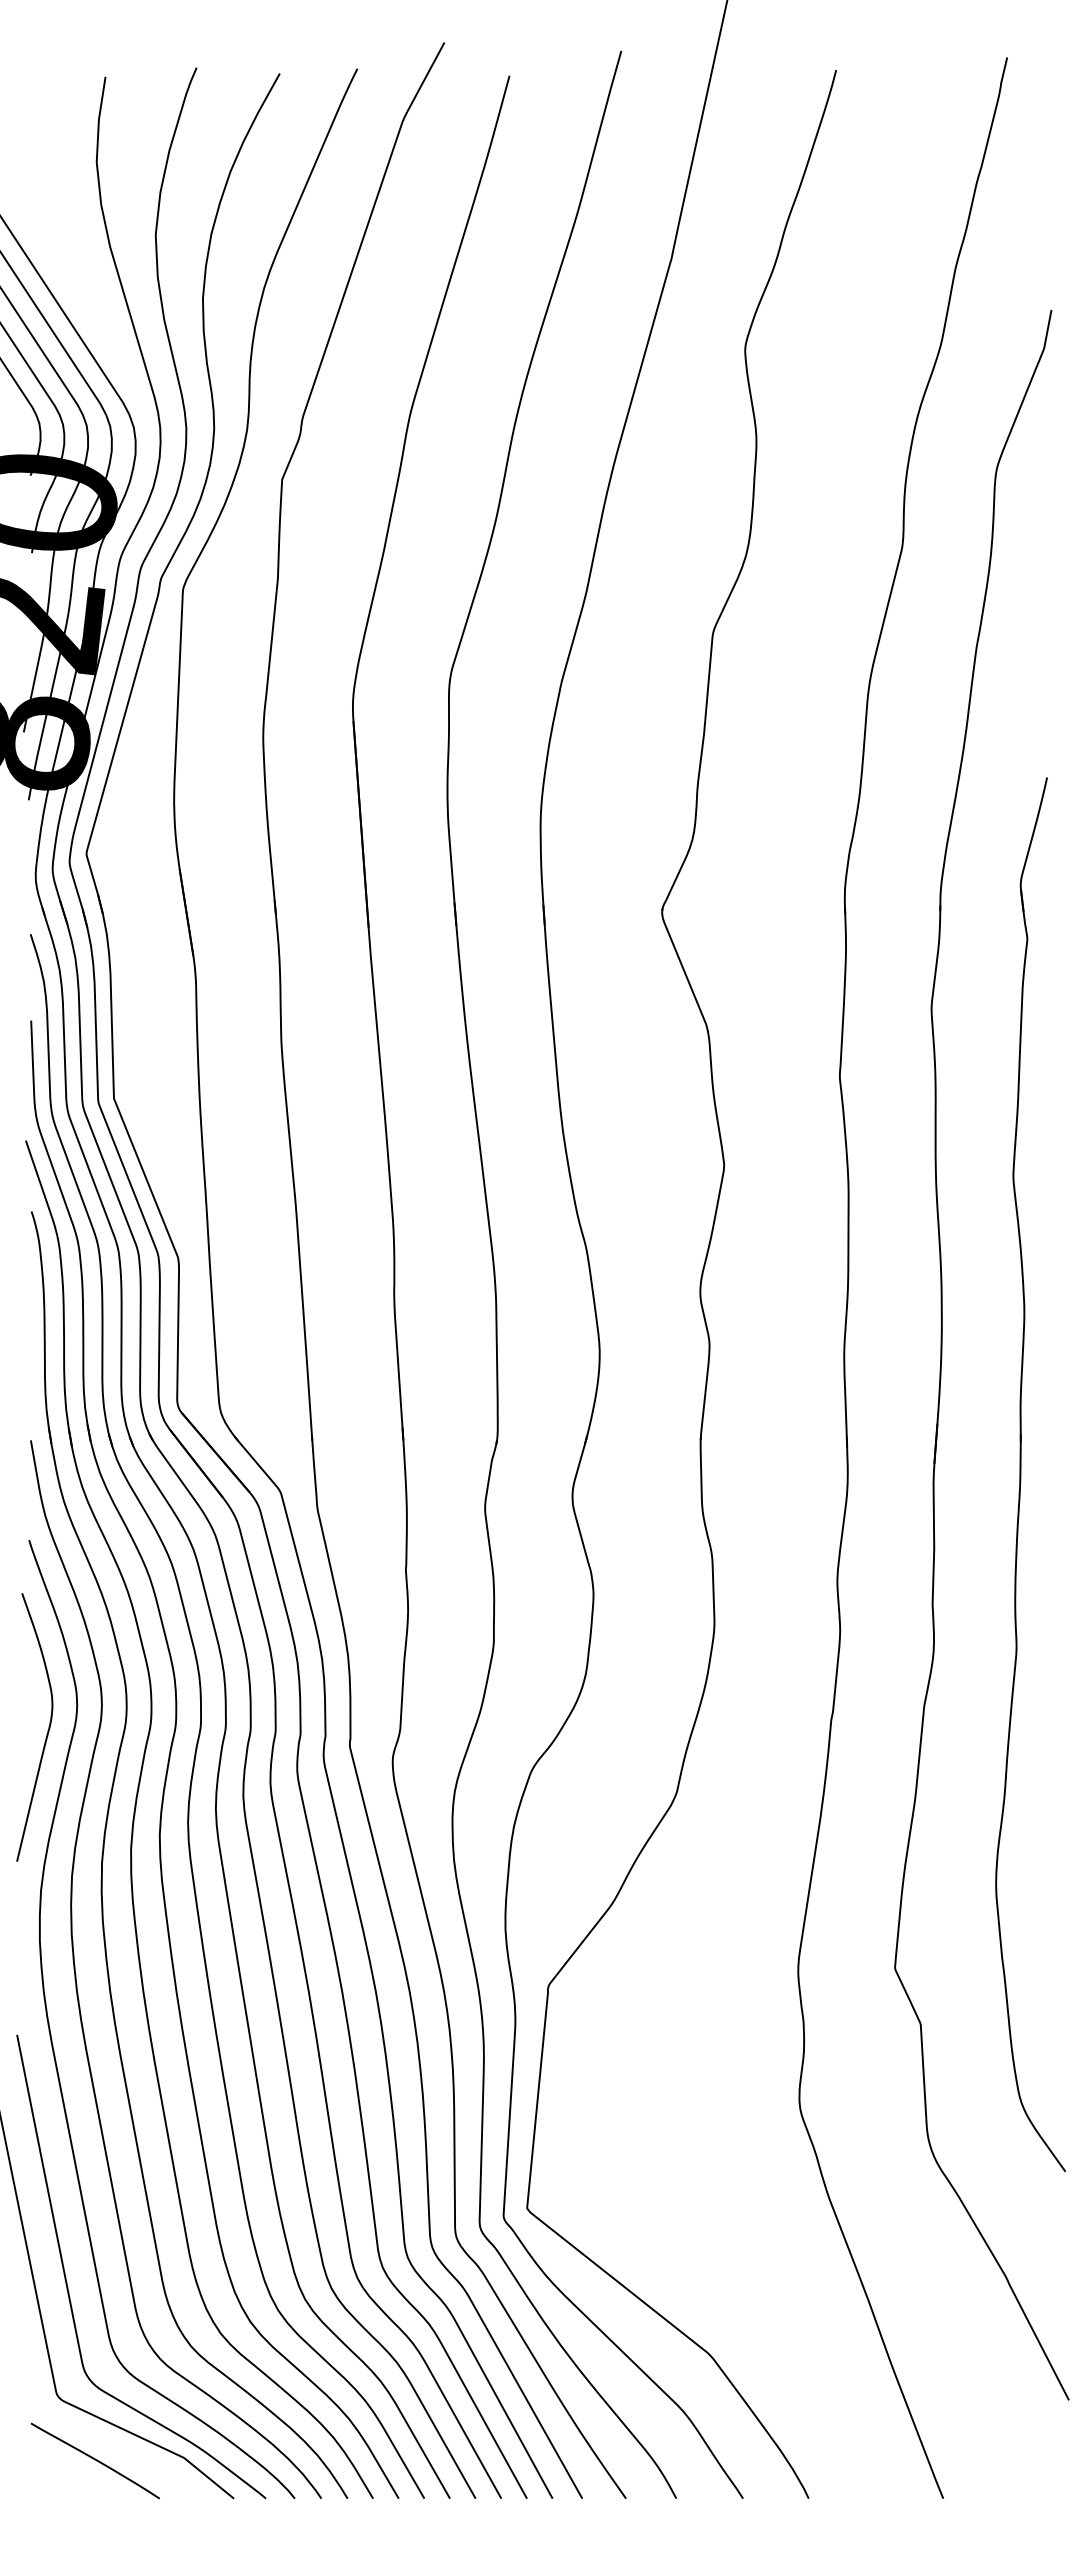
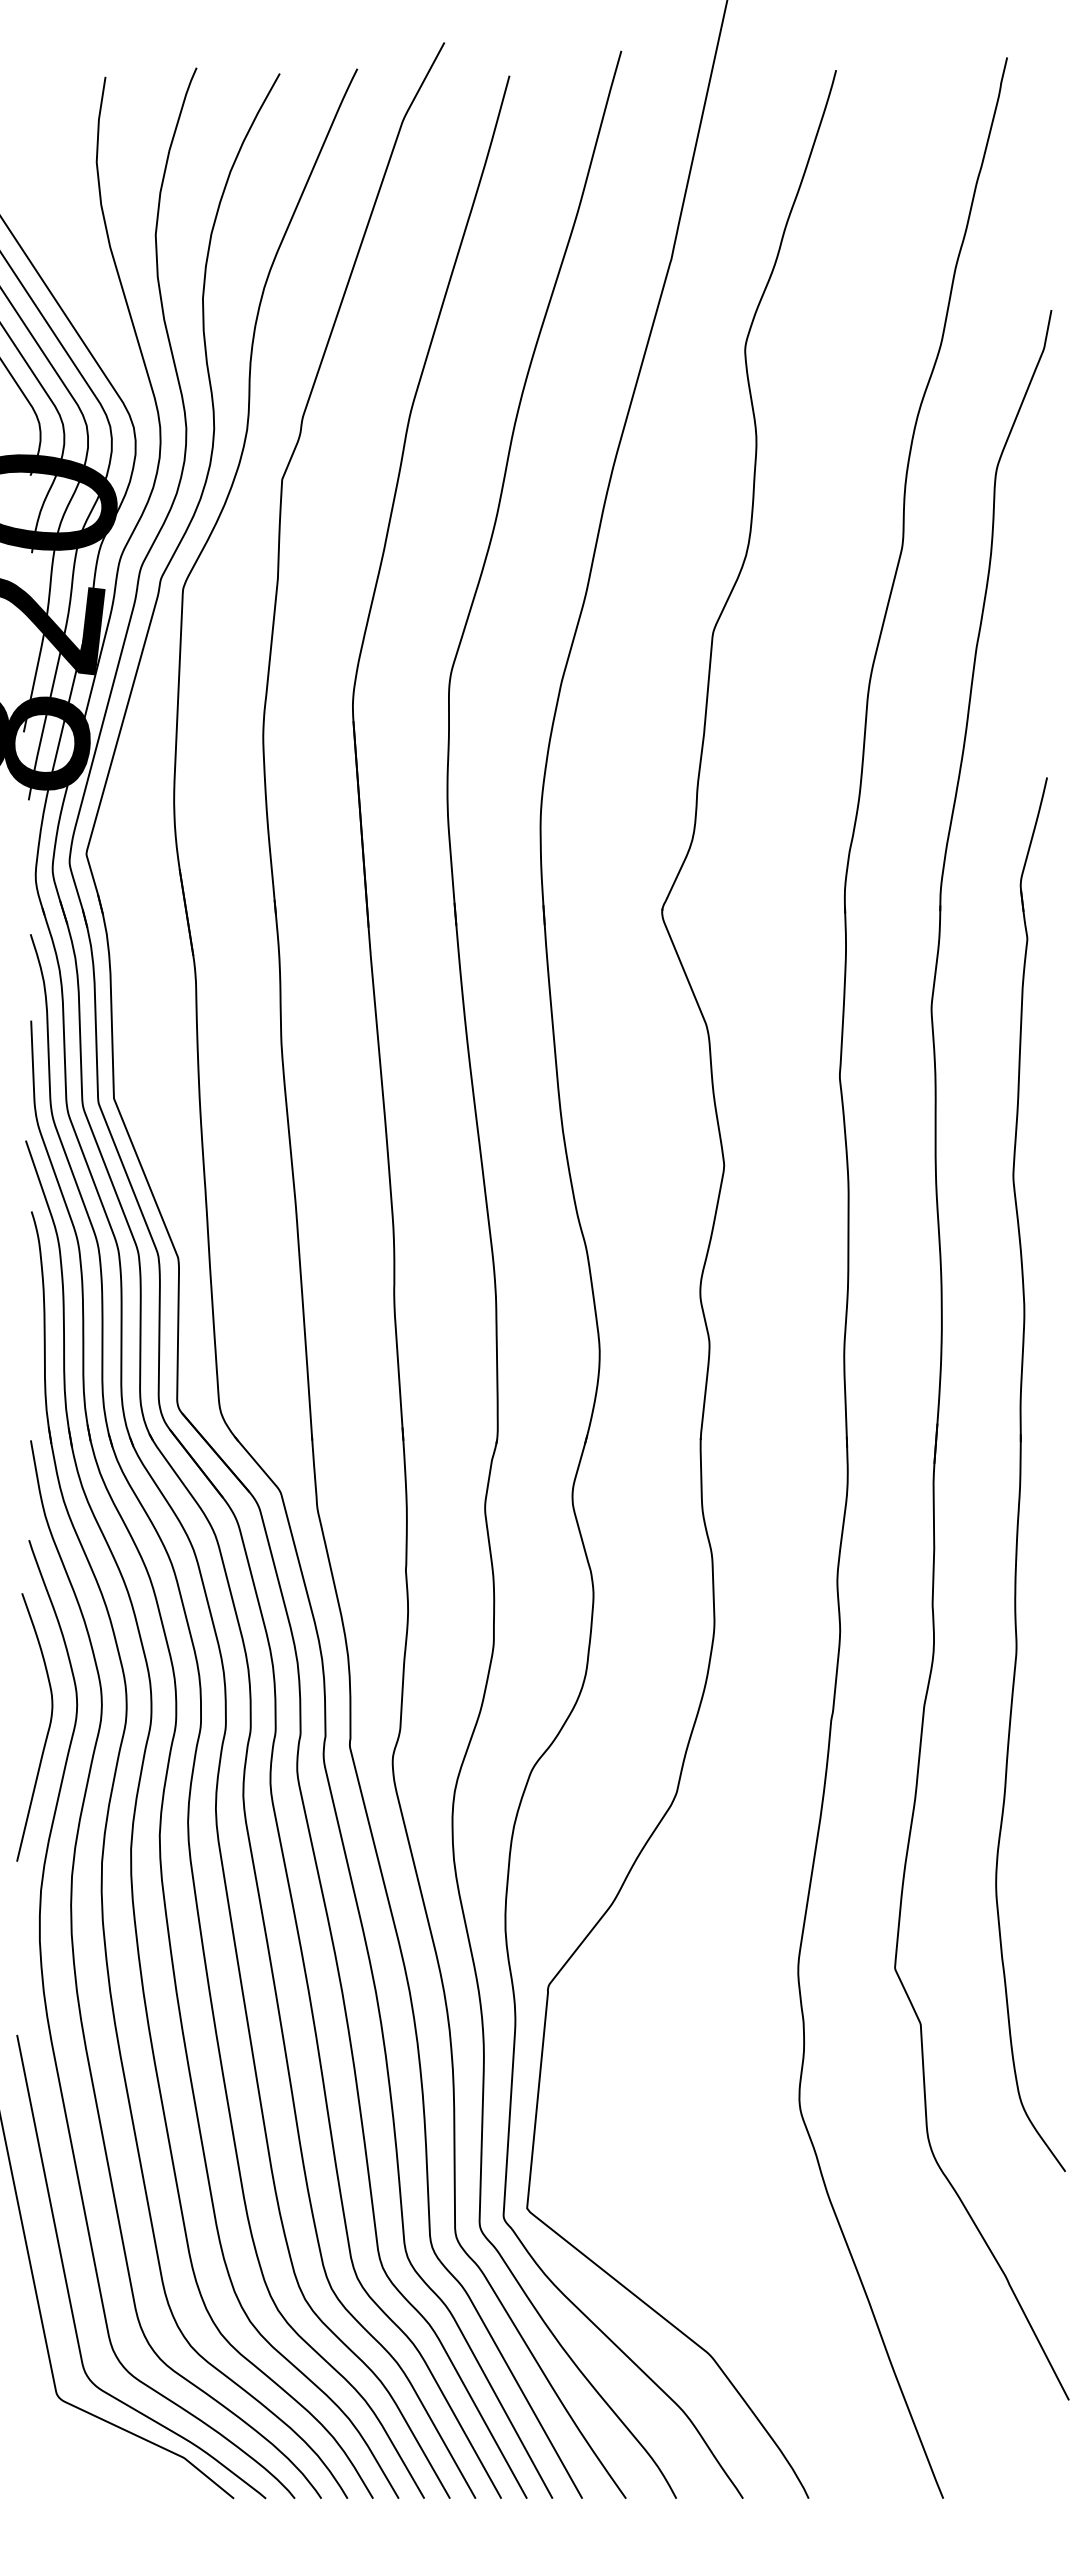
curve at (94, 2460): present -> none
